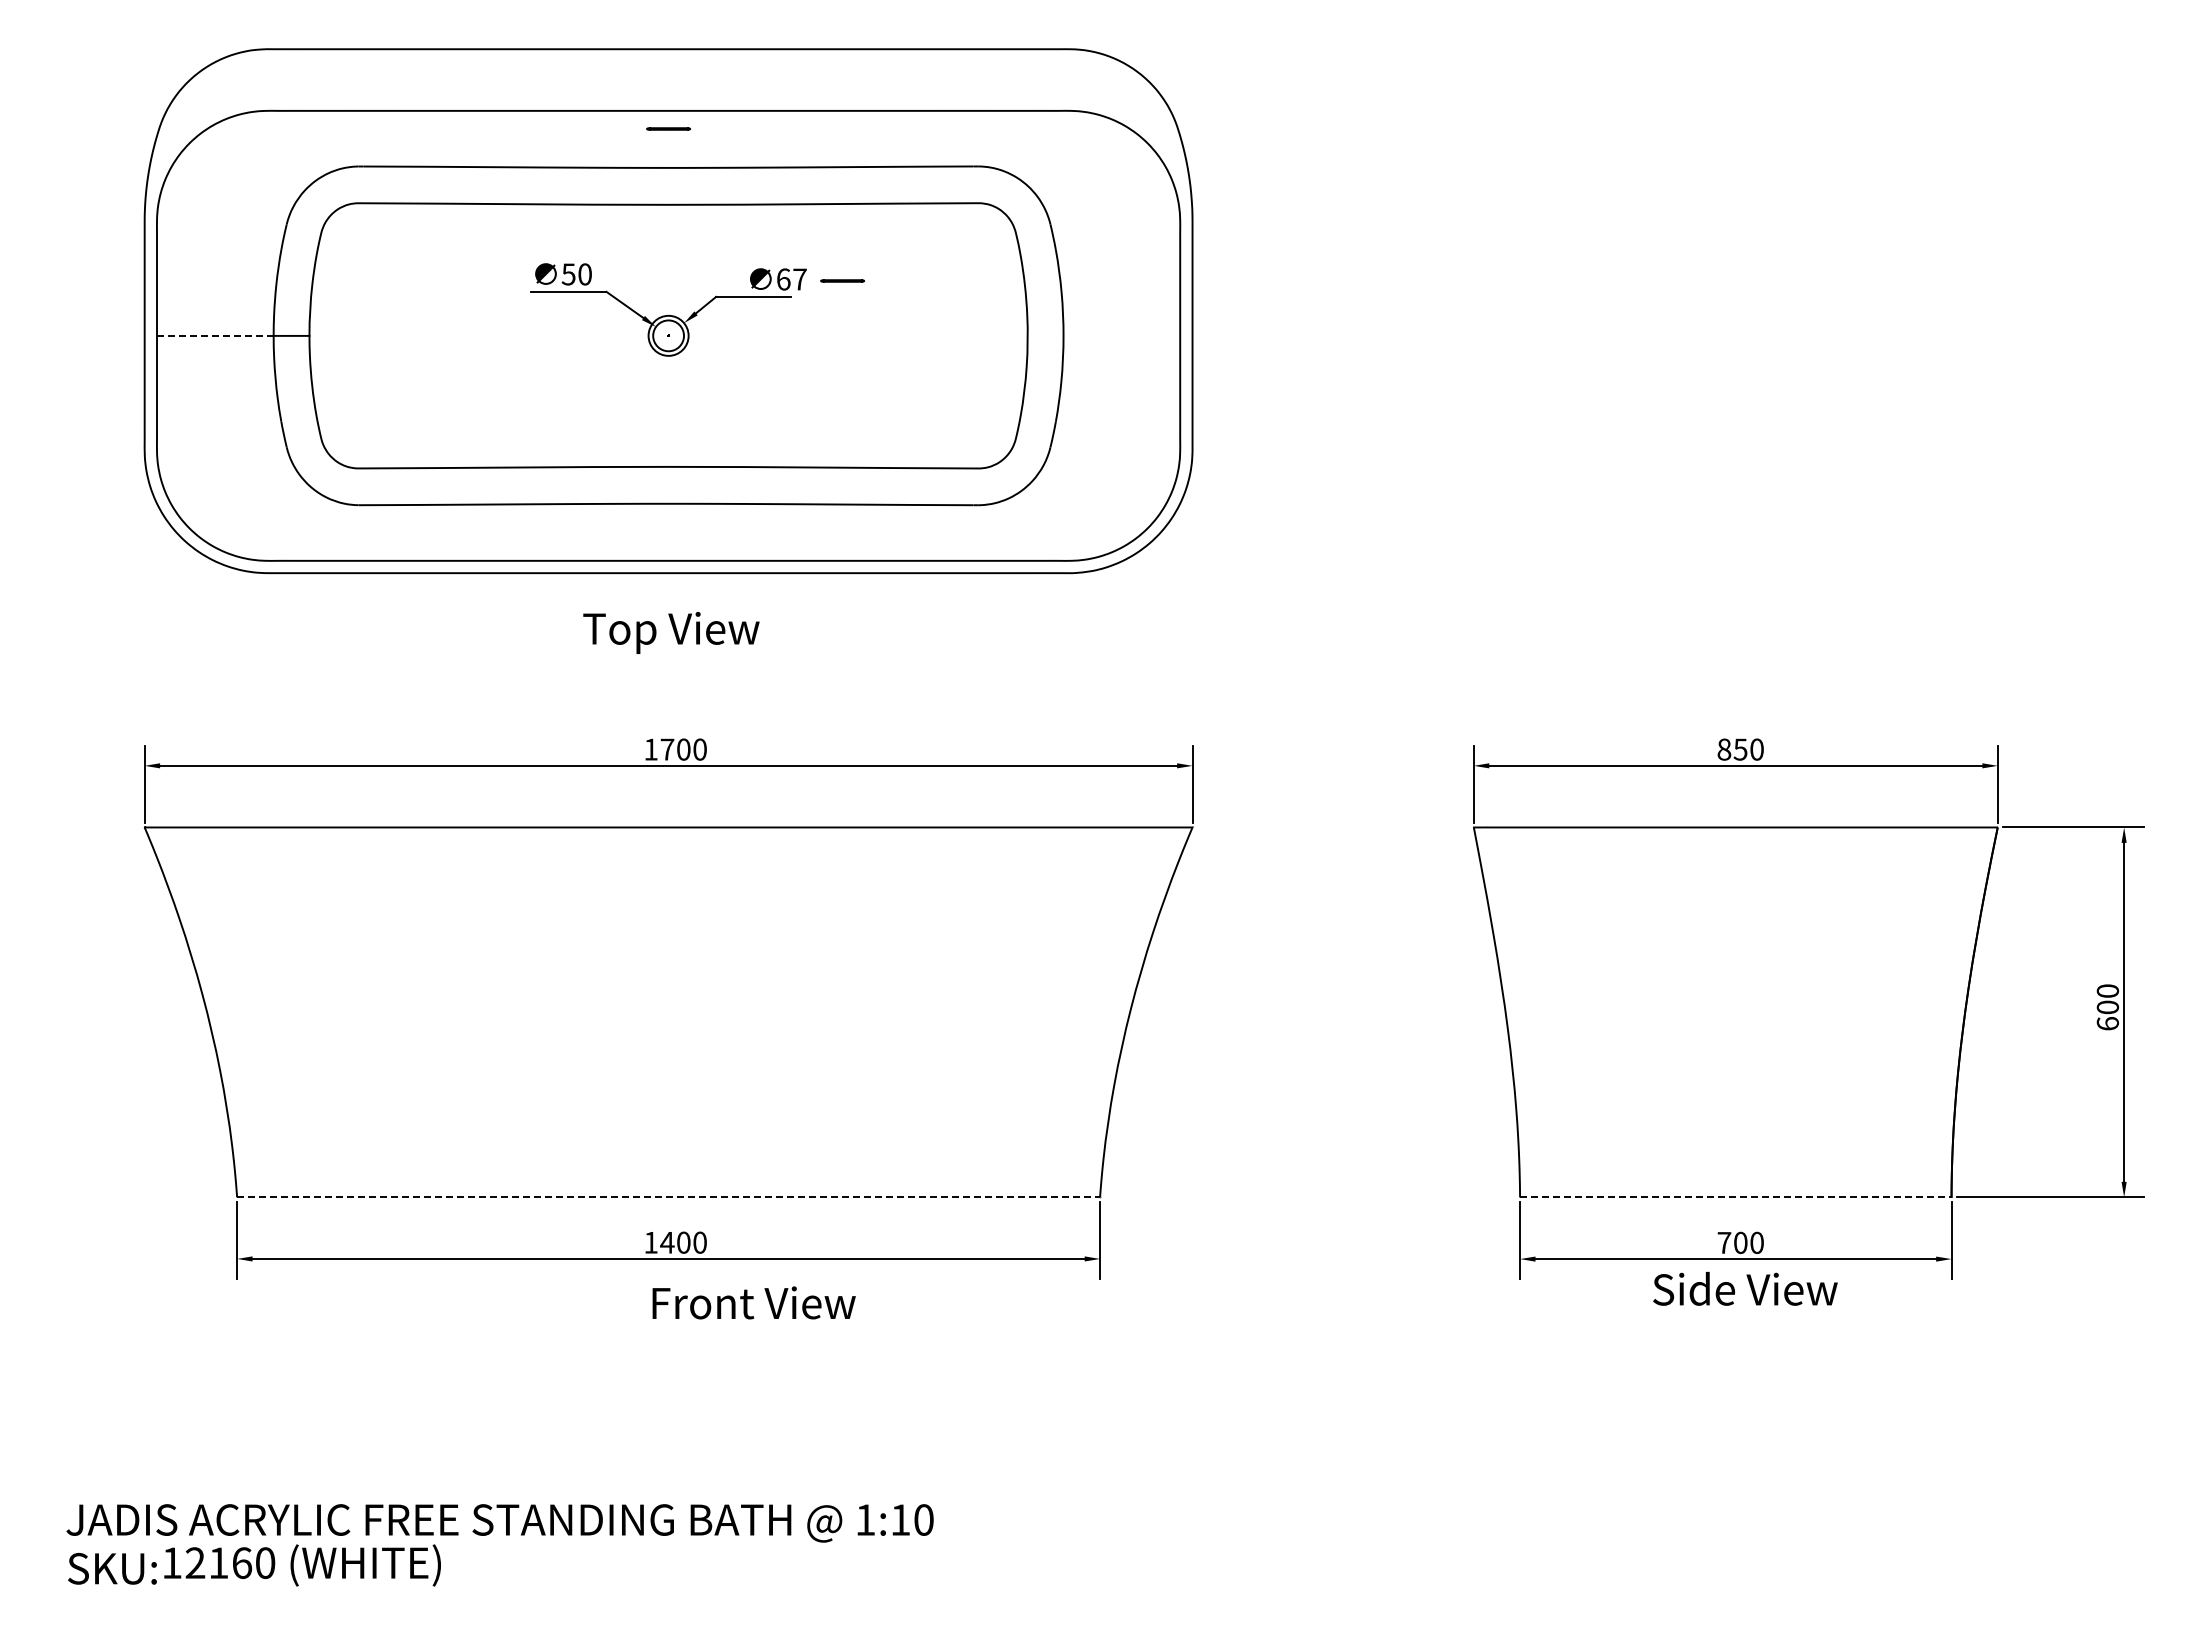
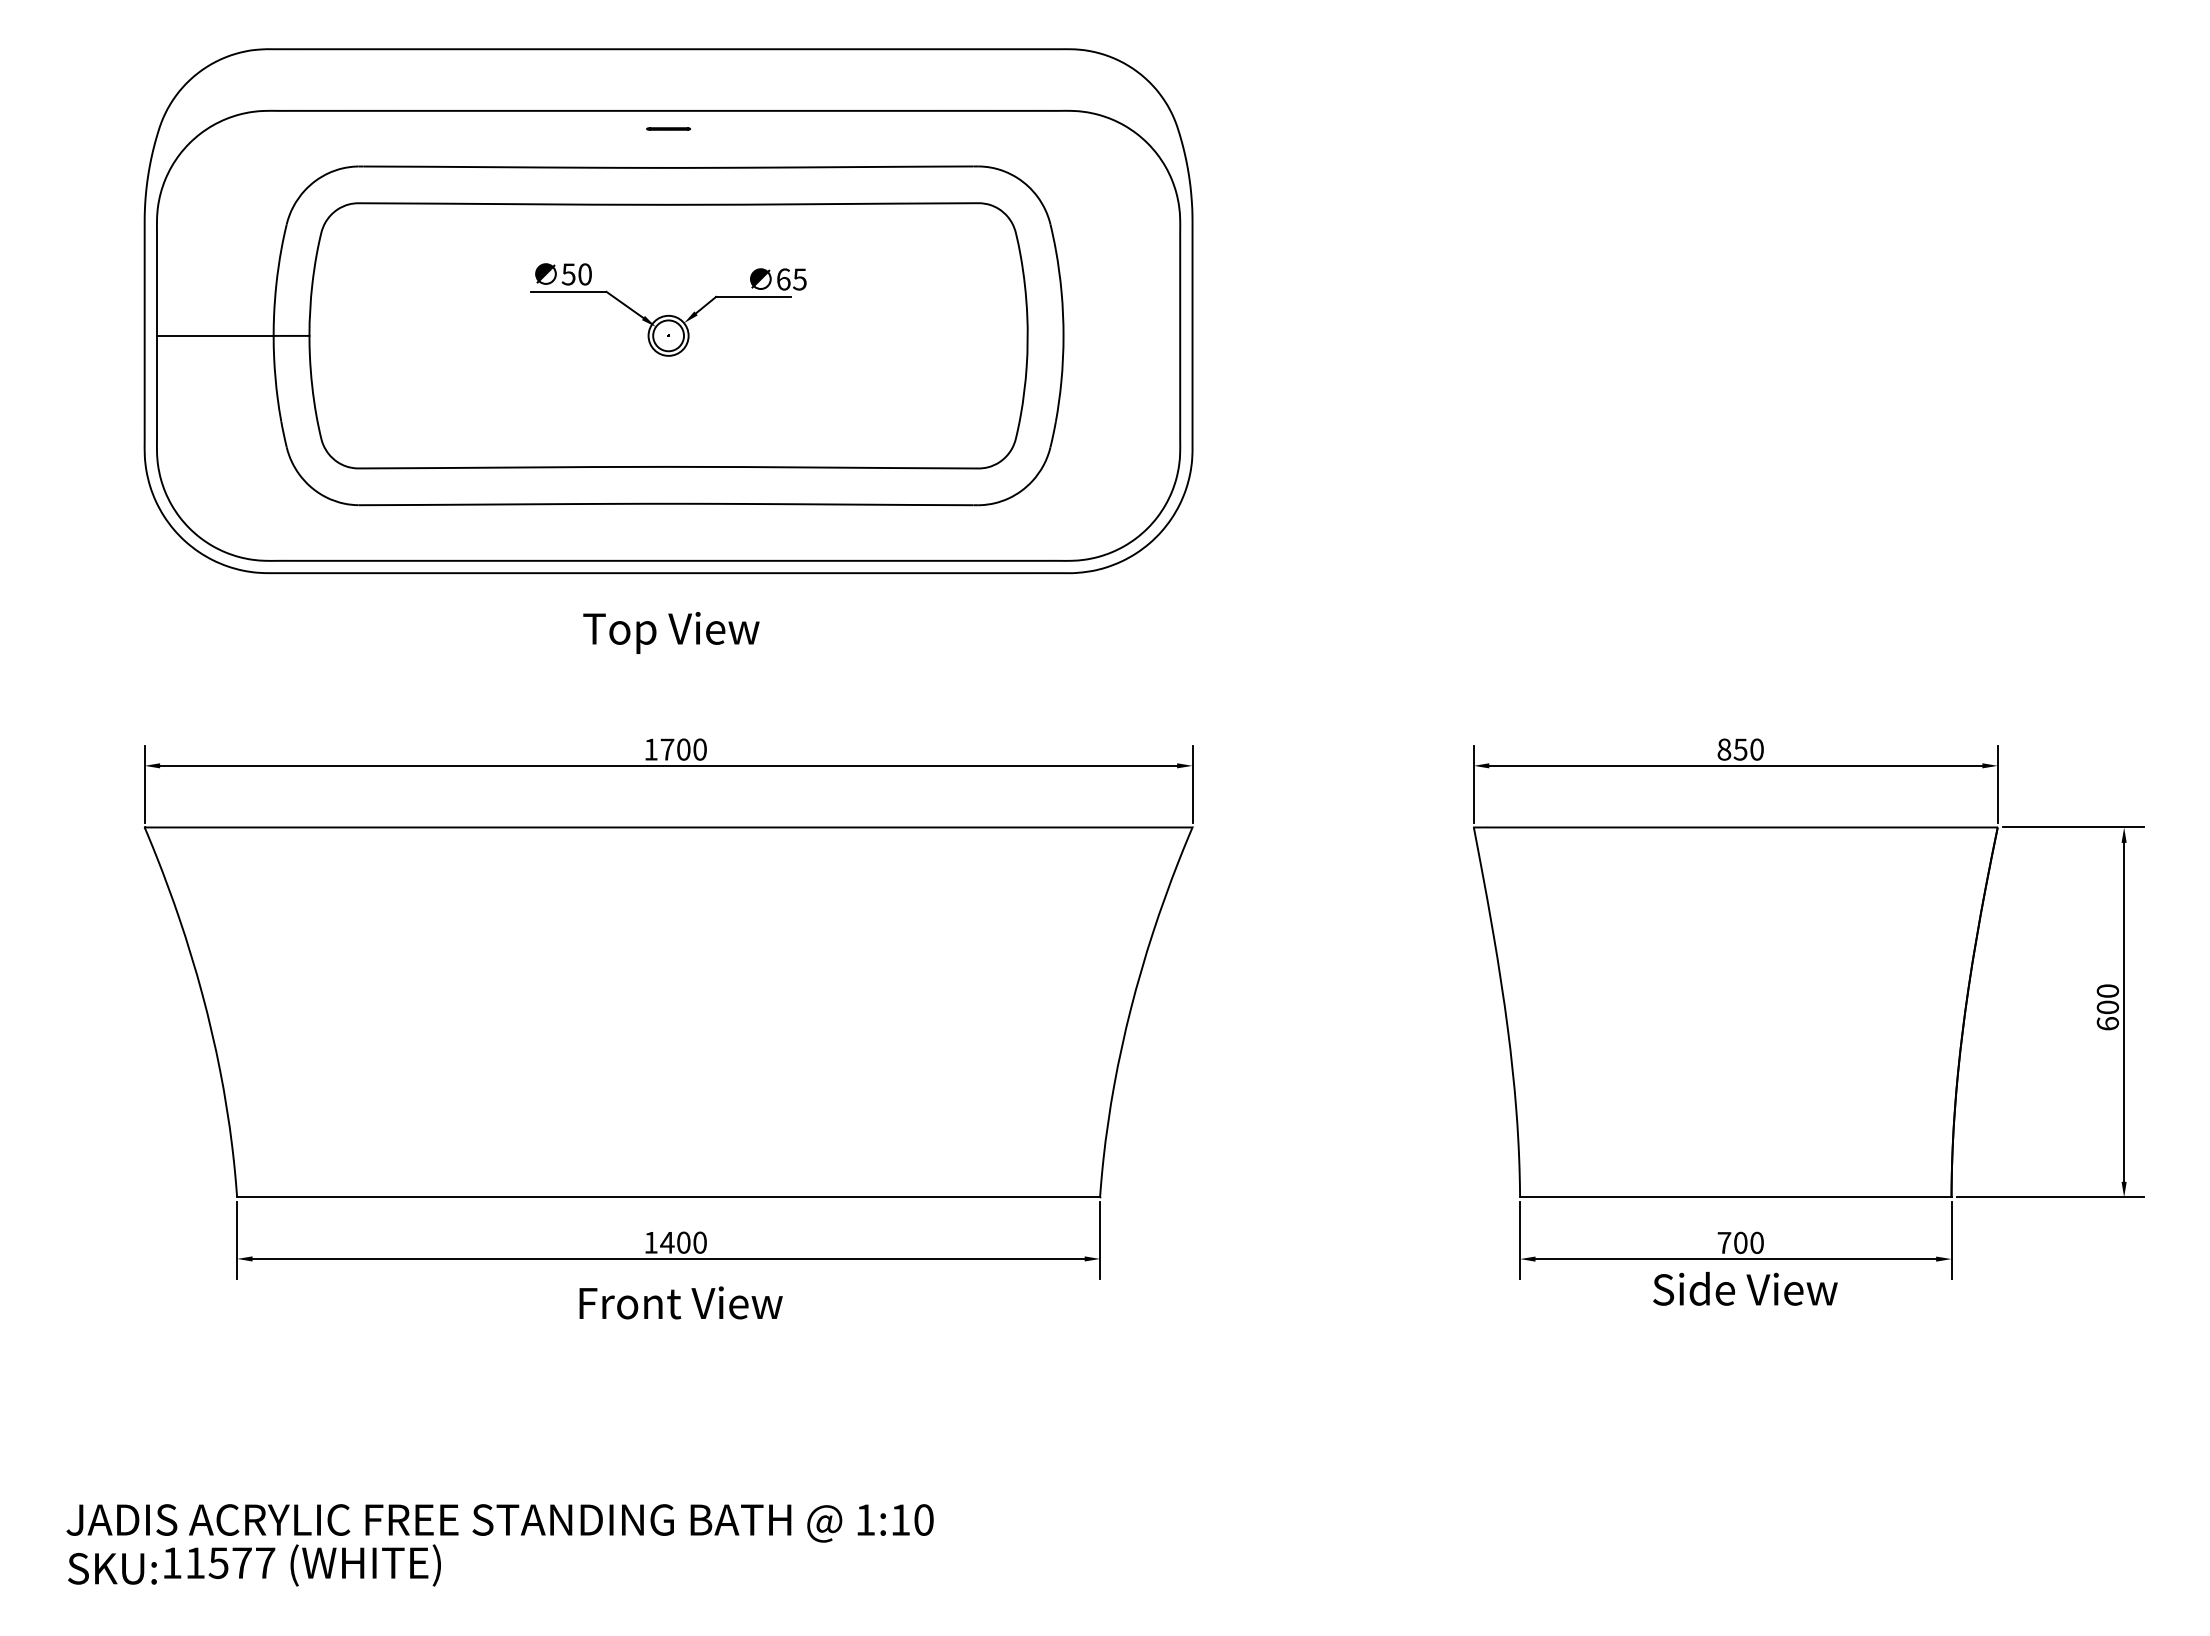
text at (799, 279): 67 -> 65
line at (842, 280): present -> none
line at (214, 335): dashed -> solid
line at (669, 1197): dashed -> solid
line at (1735, 1197): dashed -> solid
text at (753, 1302) position: (753, 1302) -> (680, 1302)
text at (230, 1563): 12160 -> 11577
